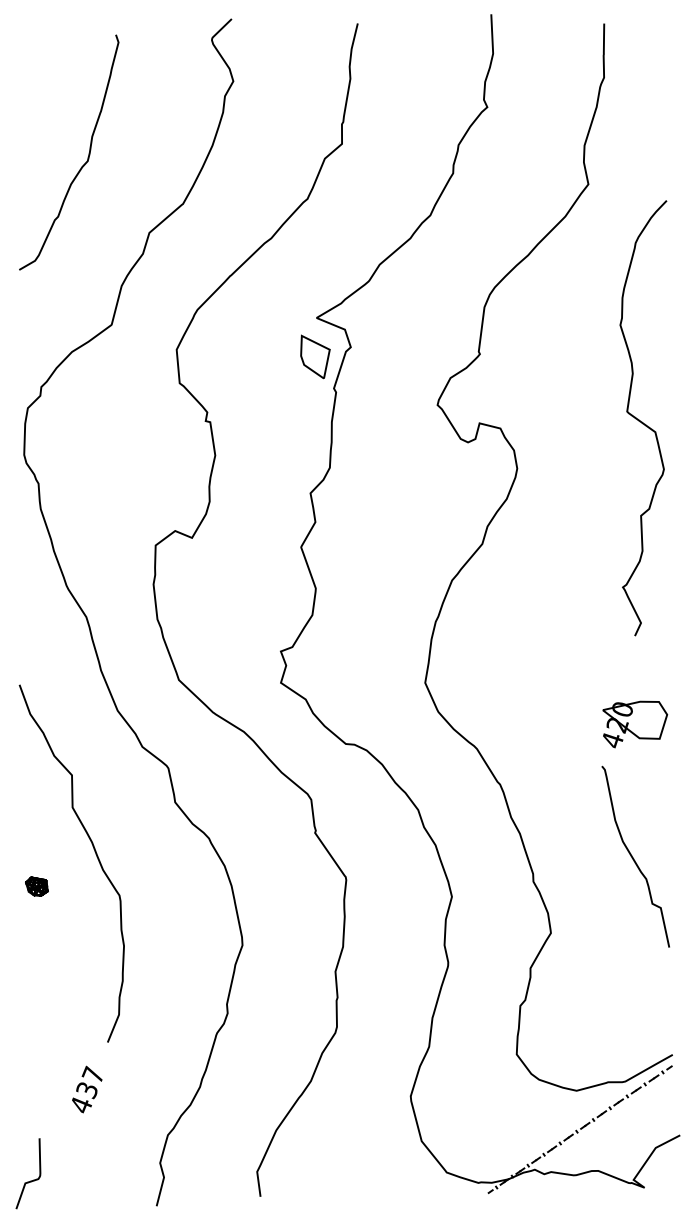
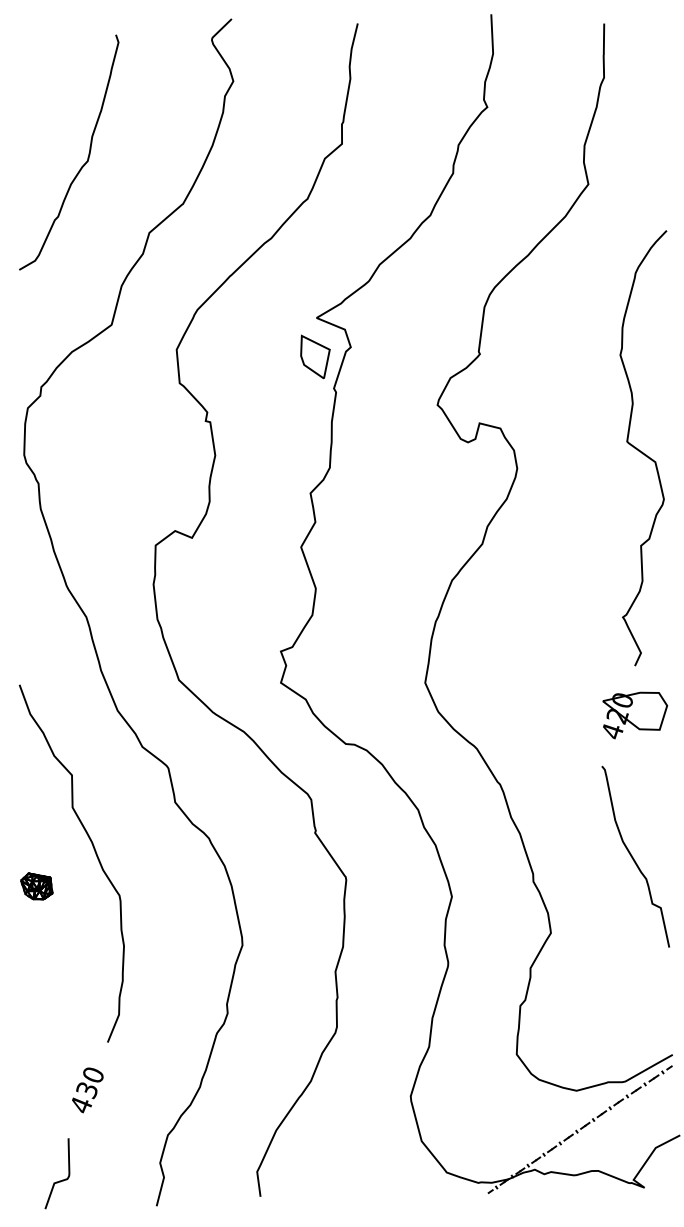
curve at (642, 421) position: (642, 421) -> (642, 451)
part at (635, 724) position: (635, 724) -> (635, 715)
part at (36, 886) size: 24x21 px -> 34x29 px
text at (92, 1073): 437 -> 430
curve at (30, 1180) position: (30, 1180) -> (59, 1180)
